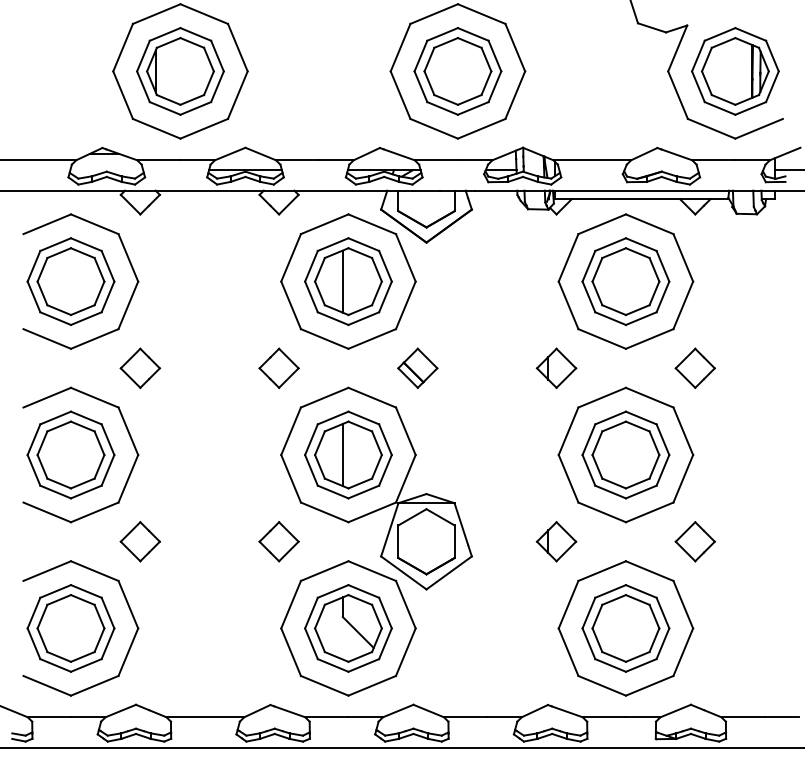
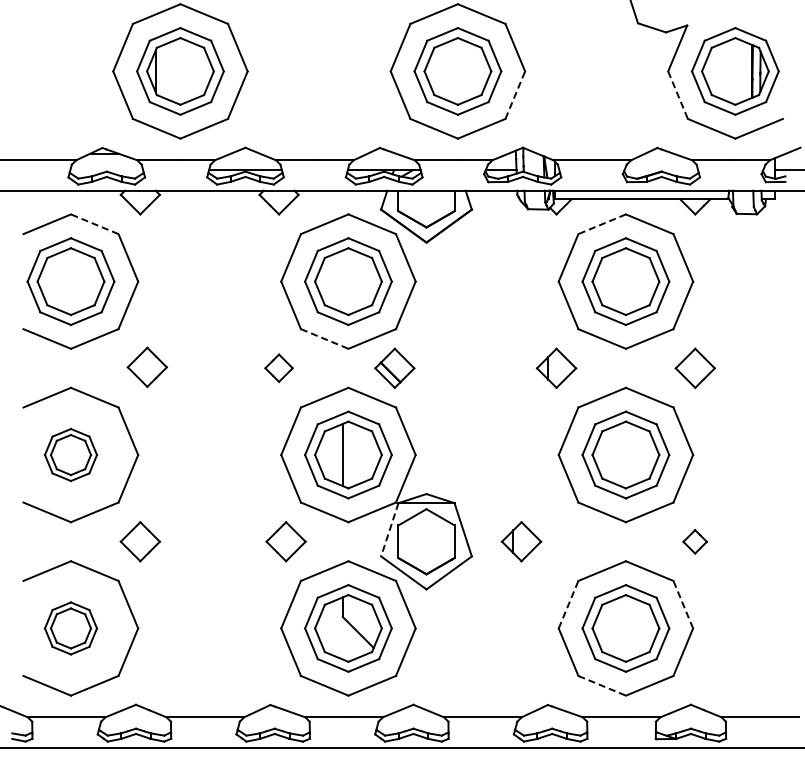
line at (515, 95): solid -> dashed
line at (678, 95): solid -> dashed
line at (94, 224): solid -> dashed
line at (602, 224): solid -> dashed
line at (342, 281): present -> none
line at (324, 338): solid -> dashed
part at (140, 367) position: (140, 367) -> (147, 366)
part at (278, 367) size: 42x42 px -> 30x30 px
part at (417, 367) position: (417, 367) -> (394, 367)
part at (70, 454) size: 90x90 px -> 54x55 px
line at (389, 530): solid -> dashed
part at (278, 541) position: (278, 541) -> (285, 541)
part at (556, 541) position: (556, 541) -> (521, 541)
part at (694, 541) size: 42x42 px -> 27x26 px
line at (568, 604): solid -> dashed
line at (683, 604): solid -> dashed
part at (70, 628) size: 90x89 px -> 56x55 px
line at (602, 685): solid -> dashed
